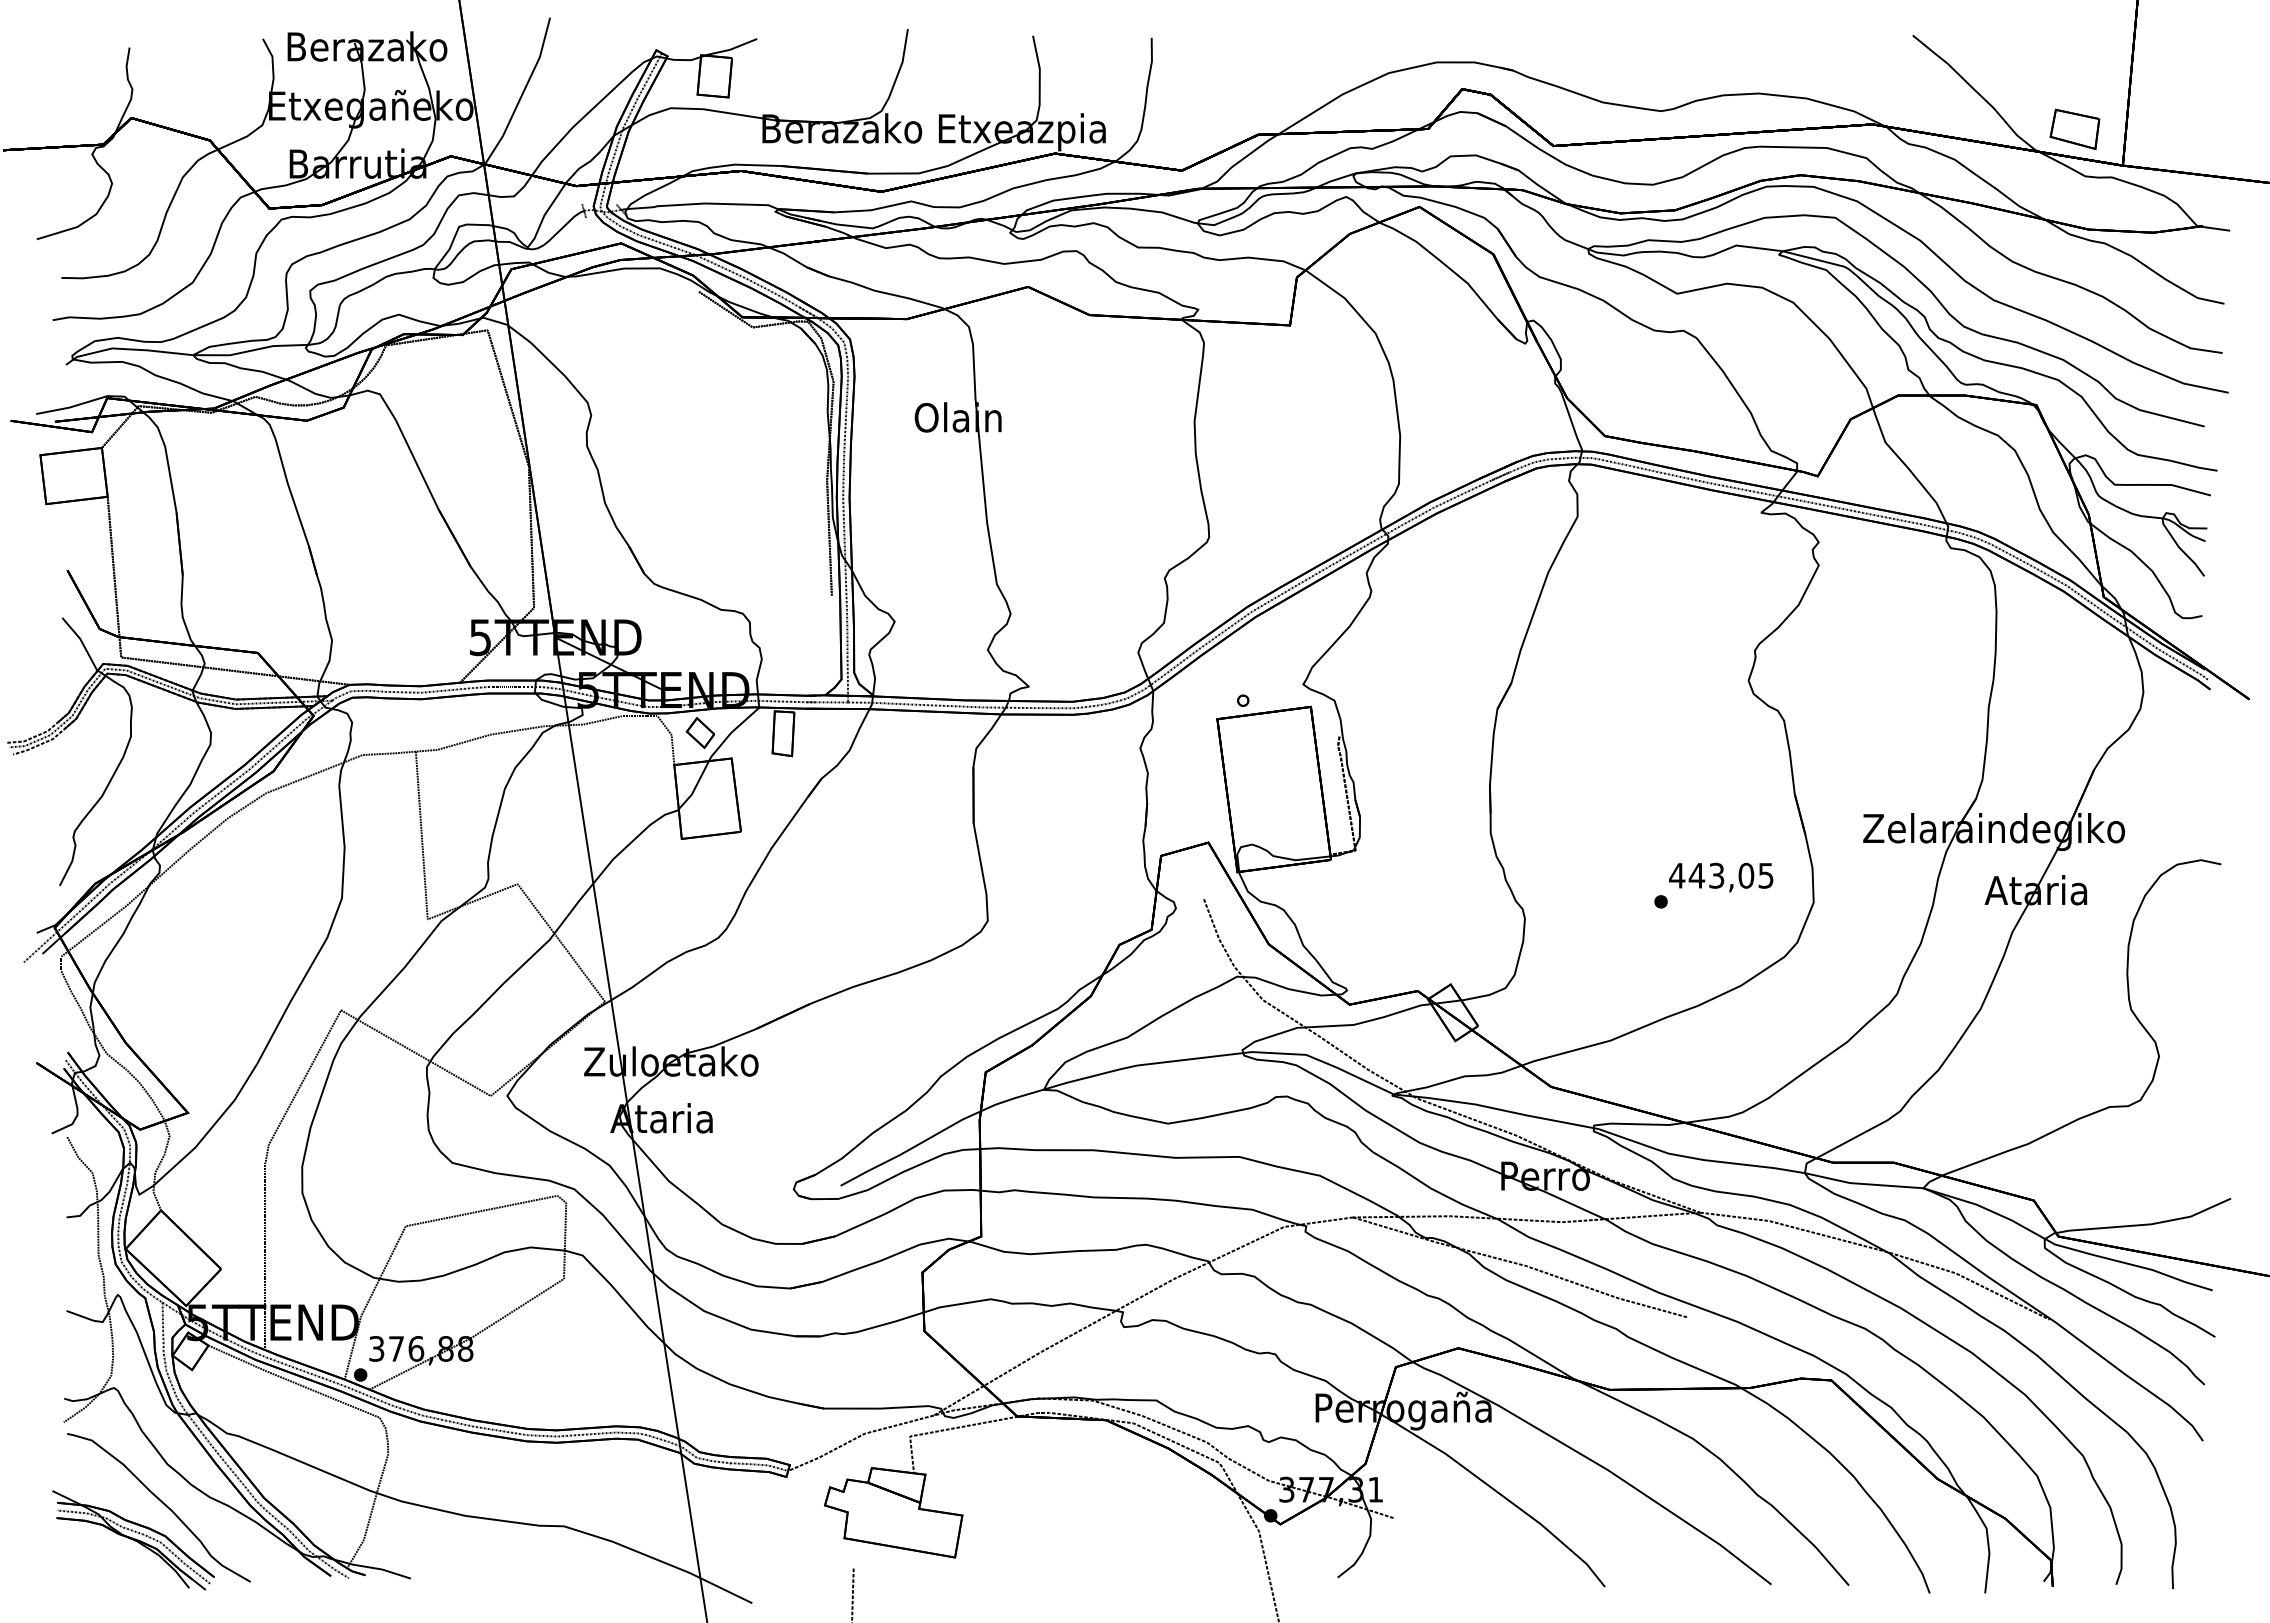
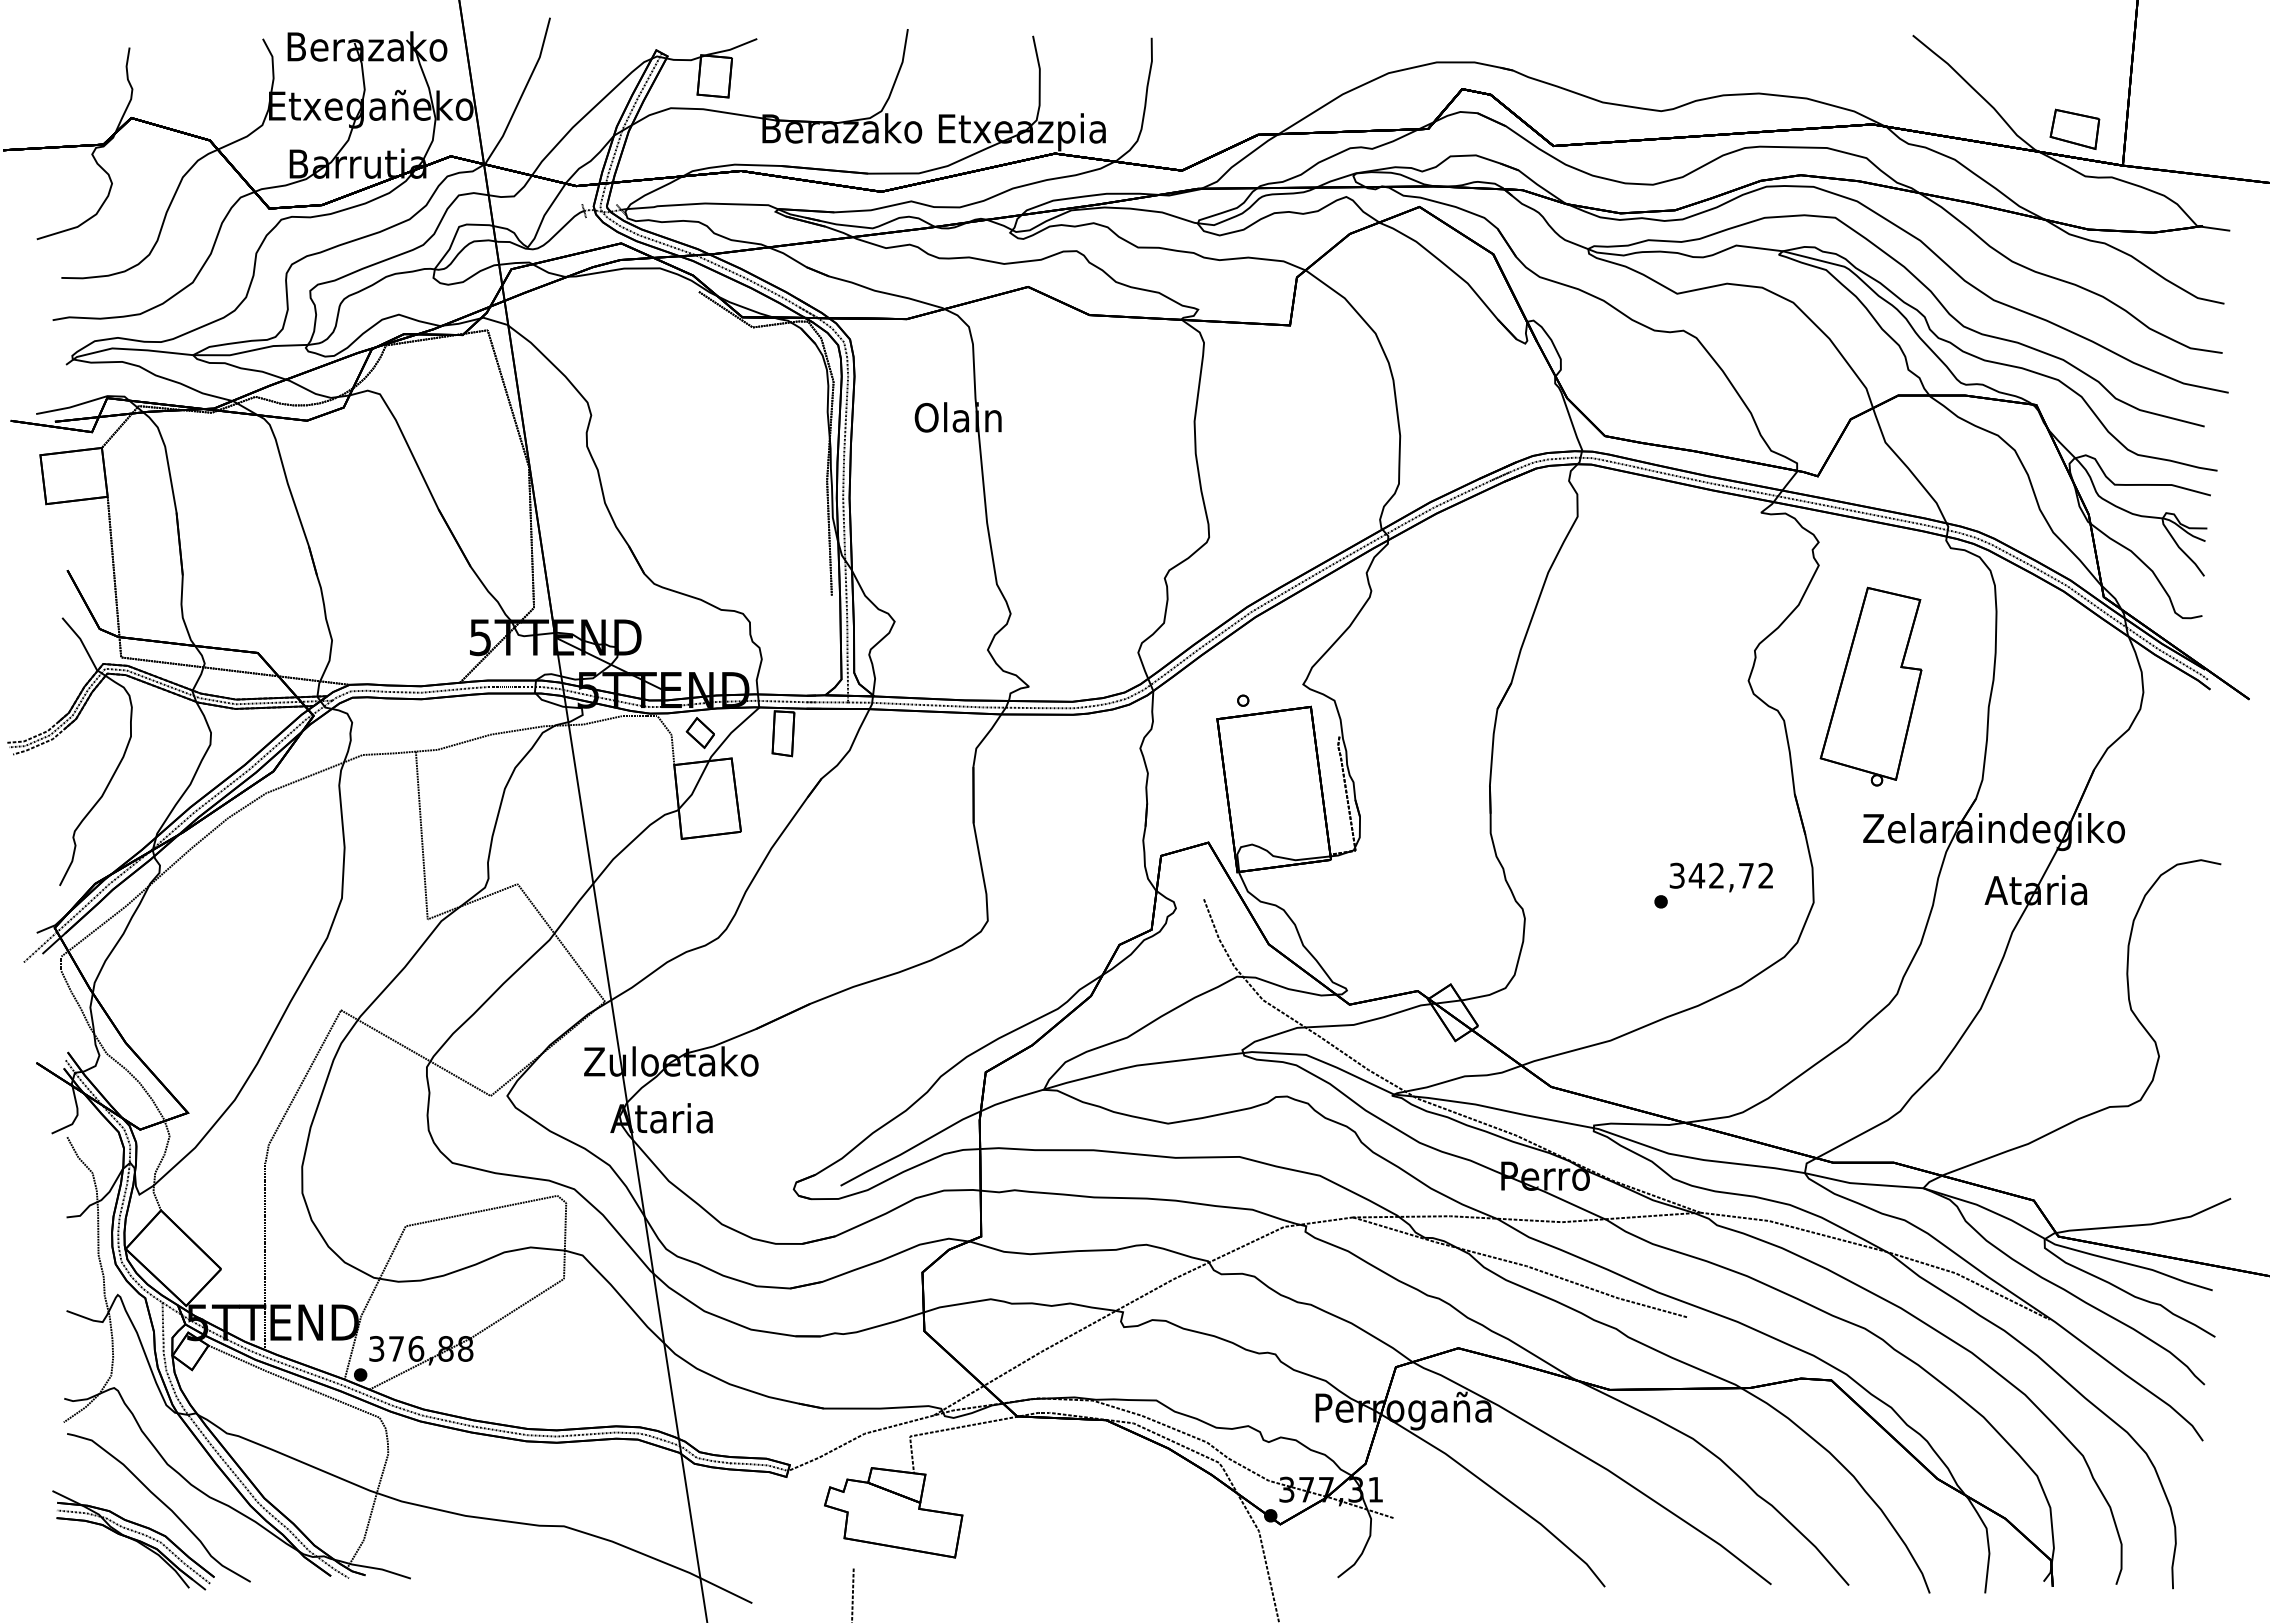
part at (1870, 686): none -> present
text at (1721, 875): 443,05 -> 342,72
